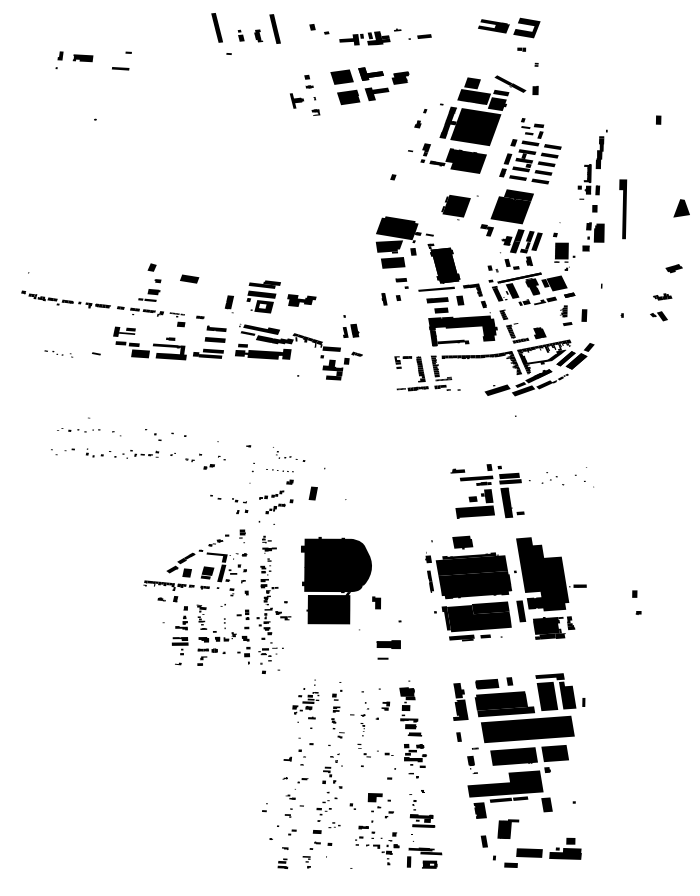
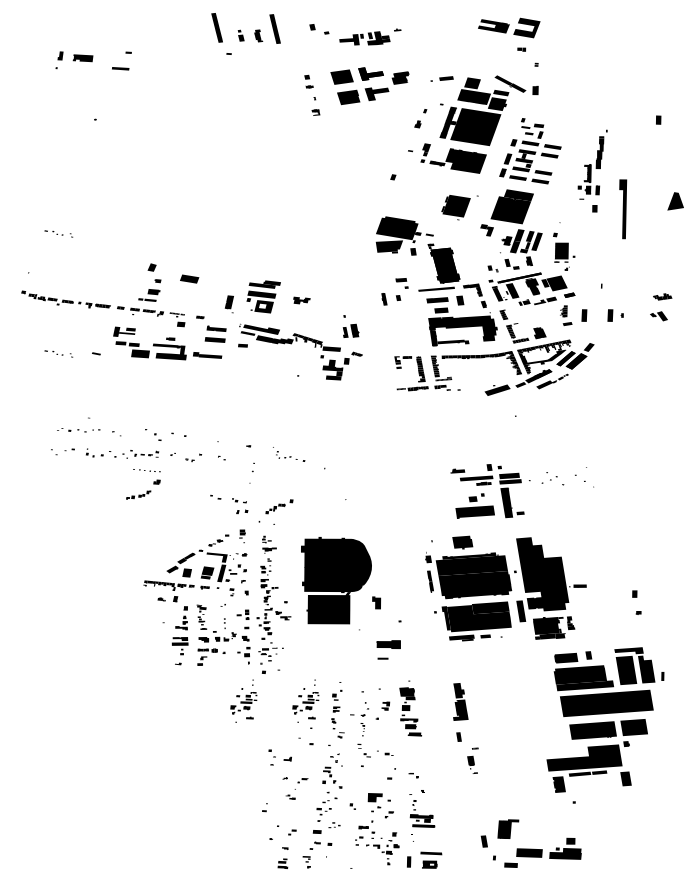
part at (419, 36) position: (419, 36) -> (441, 78)
part at (296, 100): present -> none
fill at (546, 164): present -> none
part at (681, 208) position: (681, 208) -> (675, 201)
part at (58, 233): none -> present
part at (593, 236): present -> none
fill at (392, 262): present -> none
part at (673, 268): present -> none
part at (301, 300) size: 30x13 px -> 18x9 px
part at (610, 315): none -> present
fill at (213, 350): present -> none
fill at (262, 353): present -> none
fill at (523, 390): present -> none
part at (208, 466): present -> none
part at (280, 490) position: (280, 490) -> (147, 490)
fill at (313, 493): present -> none
fill at (488, 496): present -> none
part at (243, 700): none -> present
part at (526, 745) position: (526, 745) -> (605, 719)
part at (415, 755): present -> none
part at (301, 757) position: (301, 757) -> (271, 757)
part at (293, 811): present -> none
fill at (421, 849): present -> none
